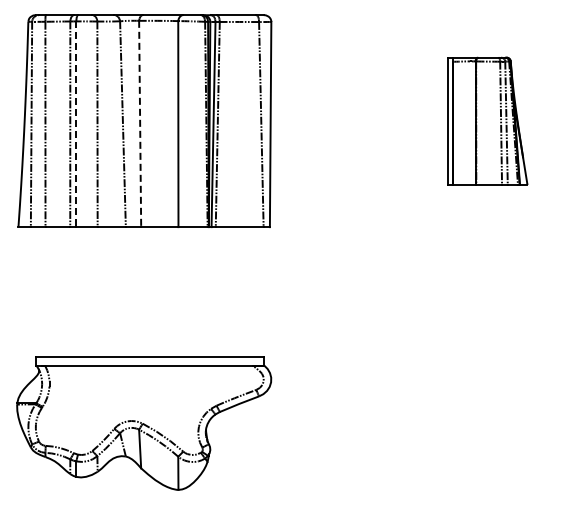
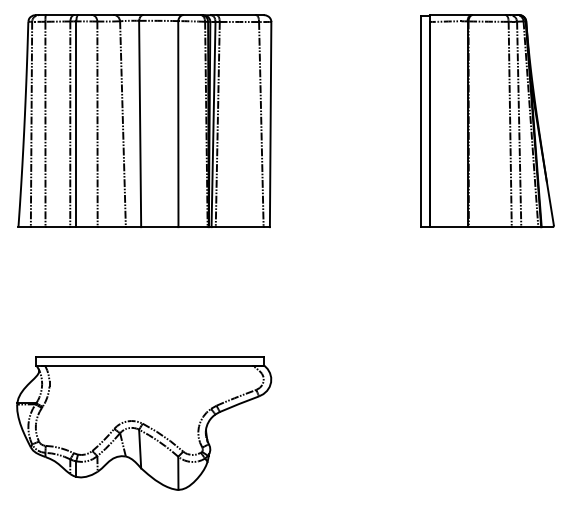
part at (487, 120) size: 82x130 px -> 135x215 px
line at (76, 124): dashed -> solid
line at (140, 124): dashed -> solid
